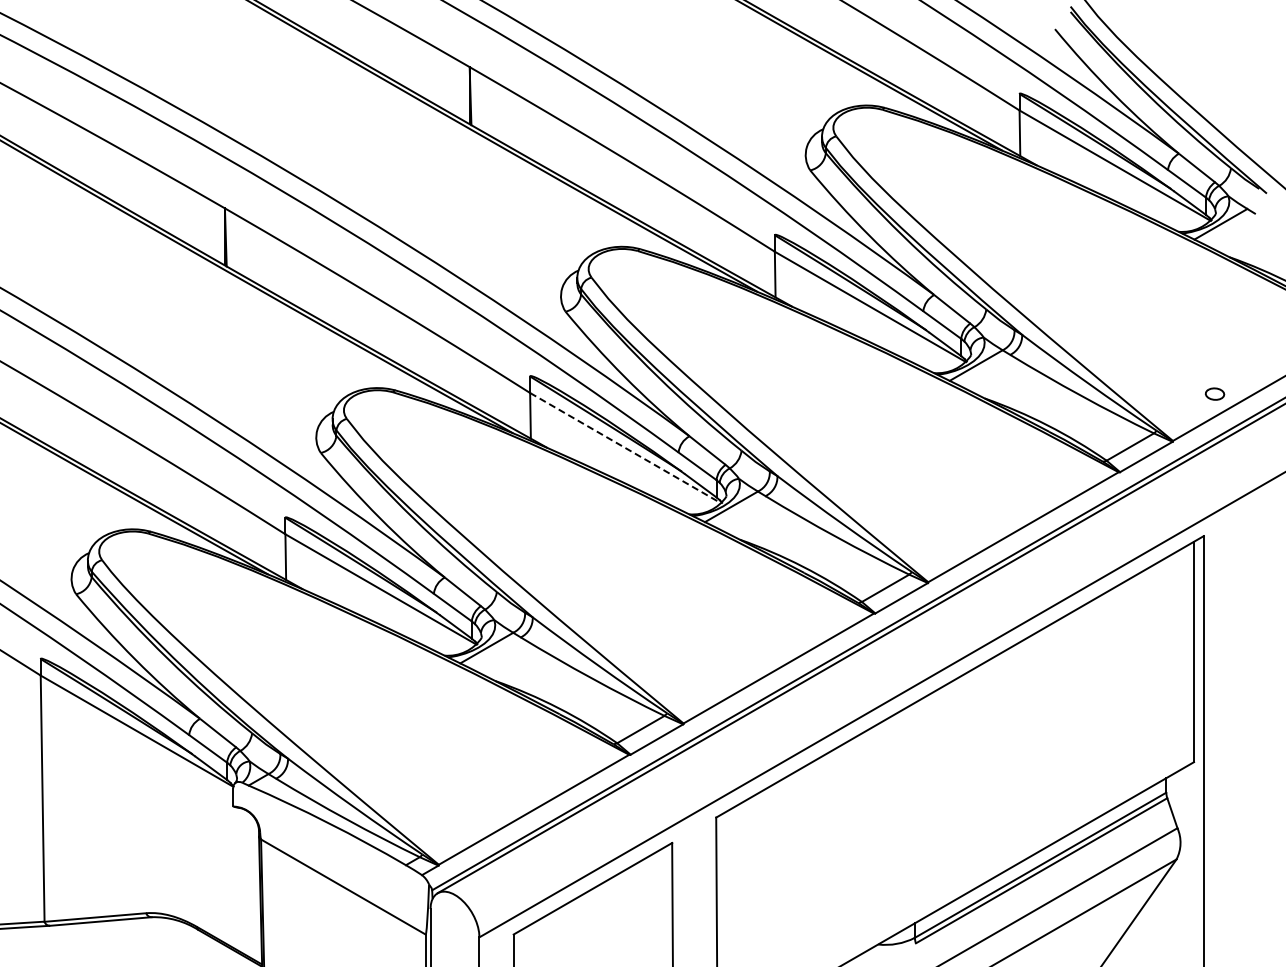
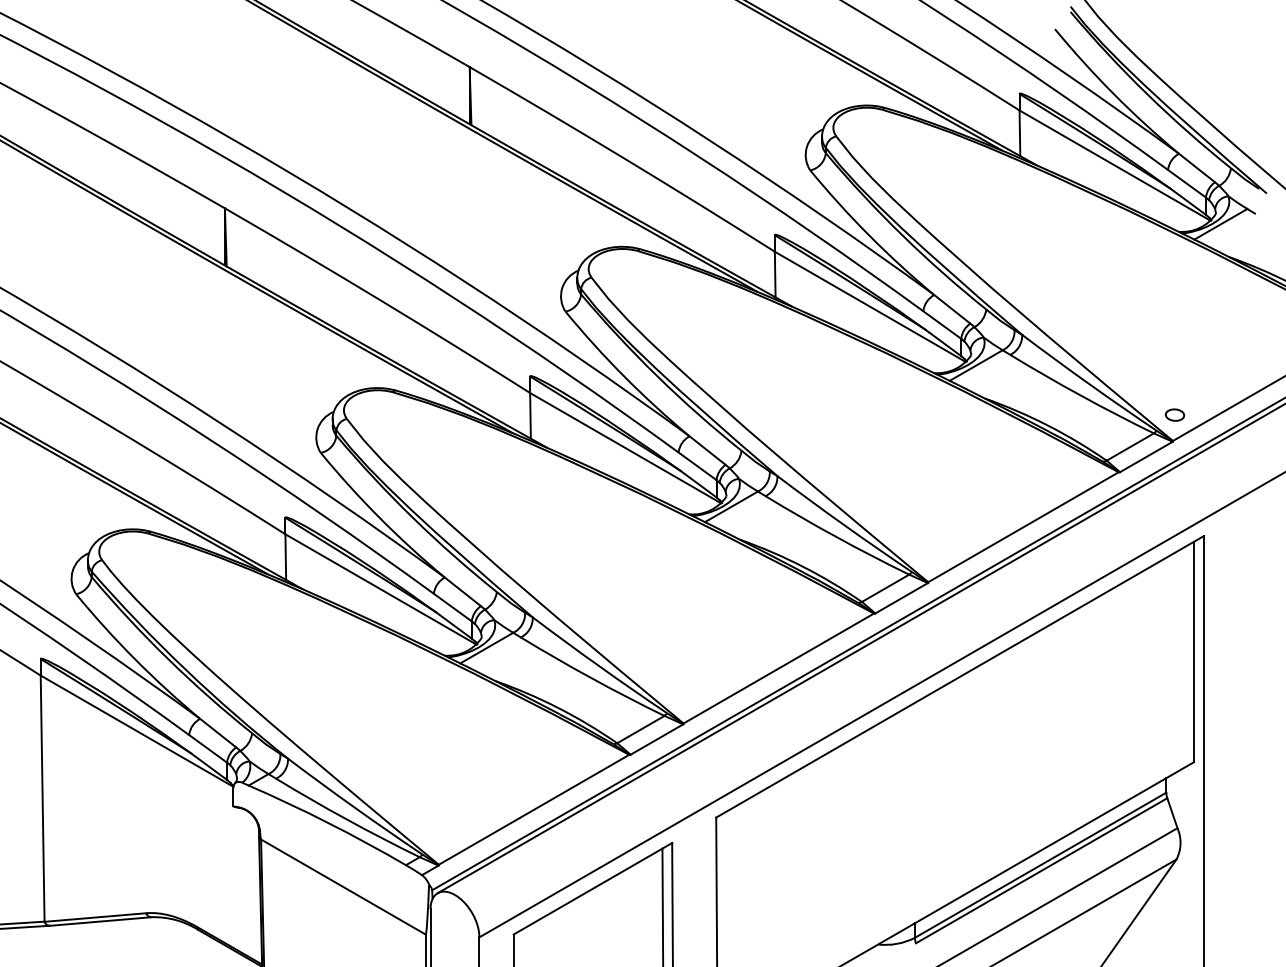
part at (1215, 393) position: (1215, 393) -> (1175, 414)
line at (626, 448): dashed -> solid
line at (662, 905): none -> present
